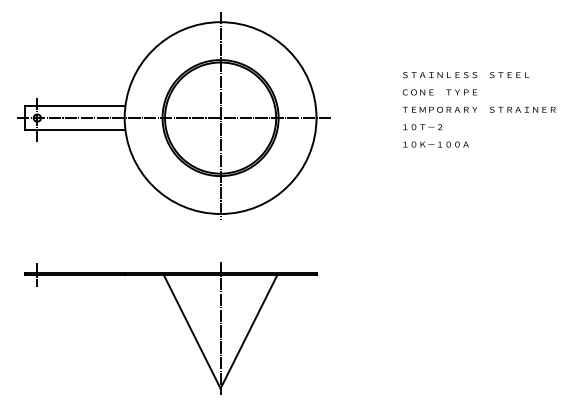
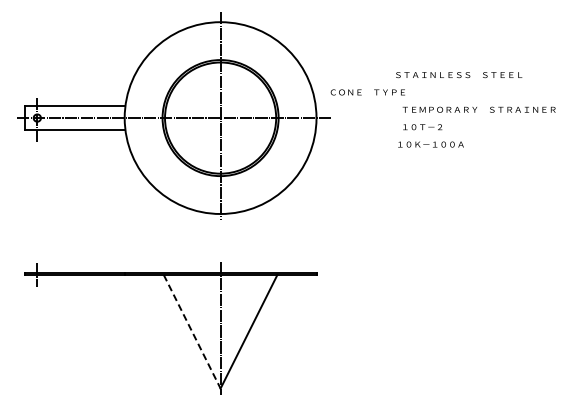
text at (466, 75) position: (466, 75) -> (459, 75)
text at (439, 92) position: (439, 92) -> (367, 92)
text at (435, 144) position: (435, 144) -> (430, 144)
line at (192, 331): solid -> dashed
